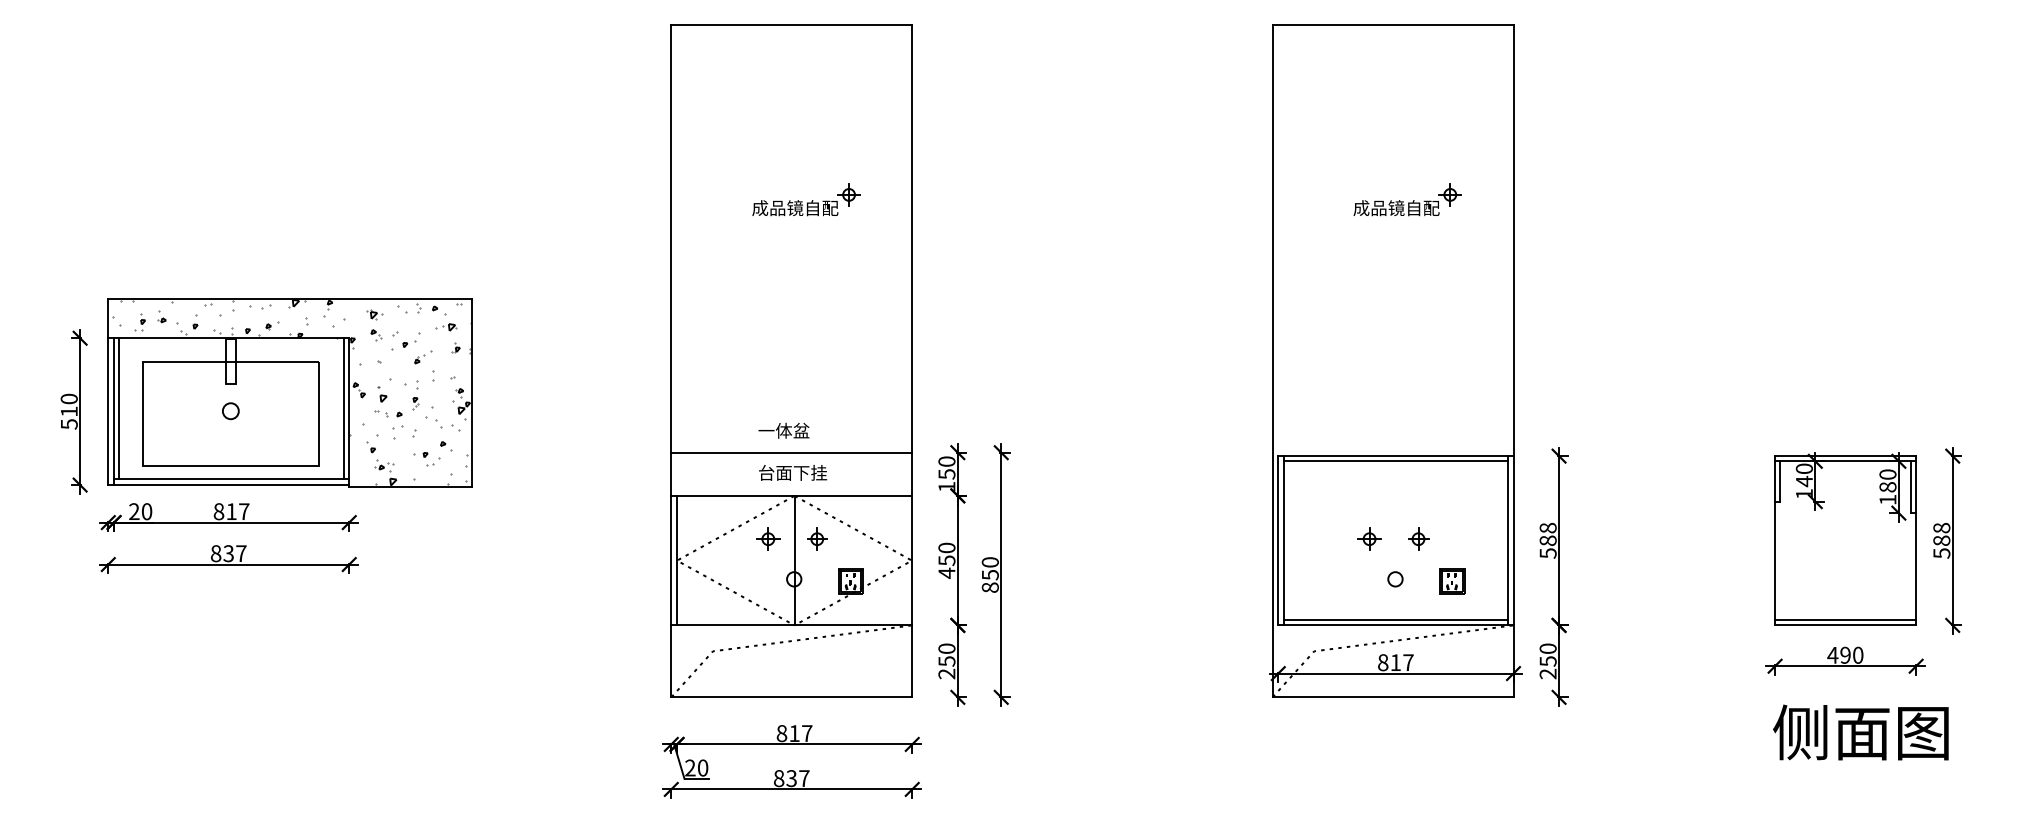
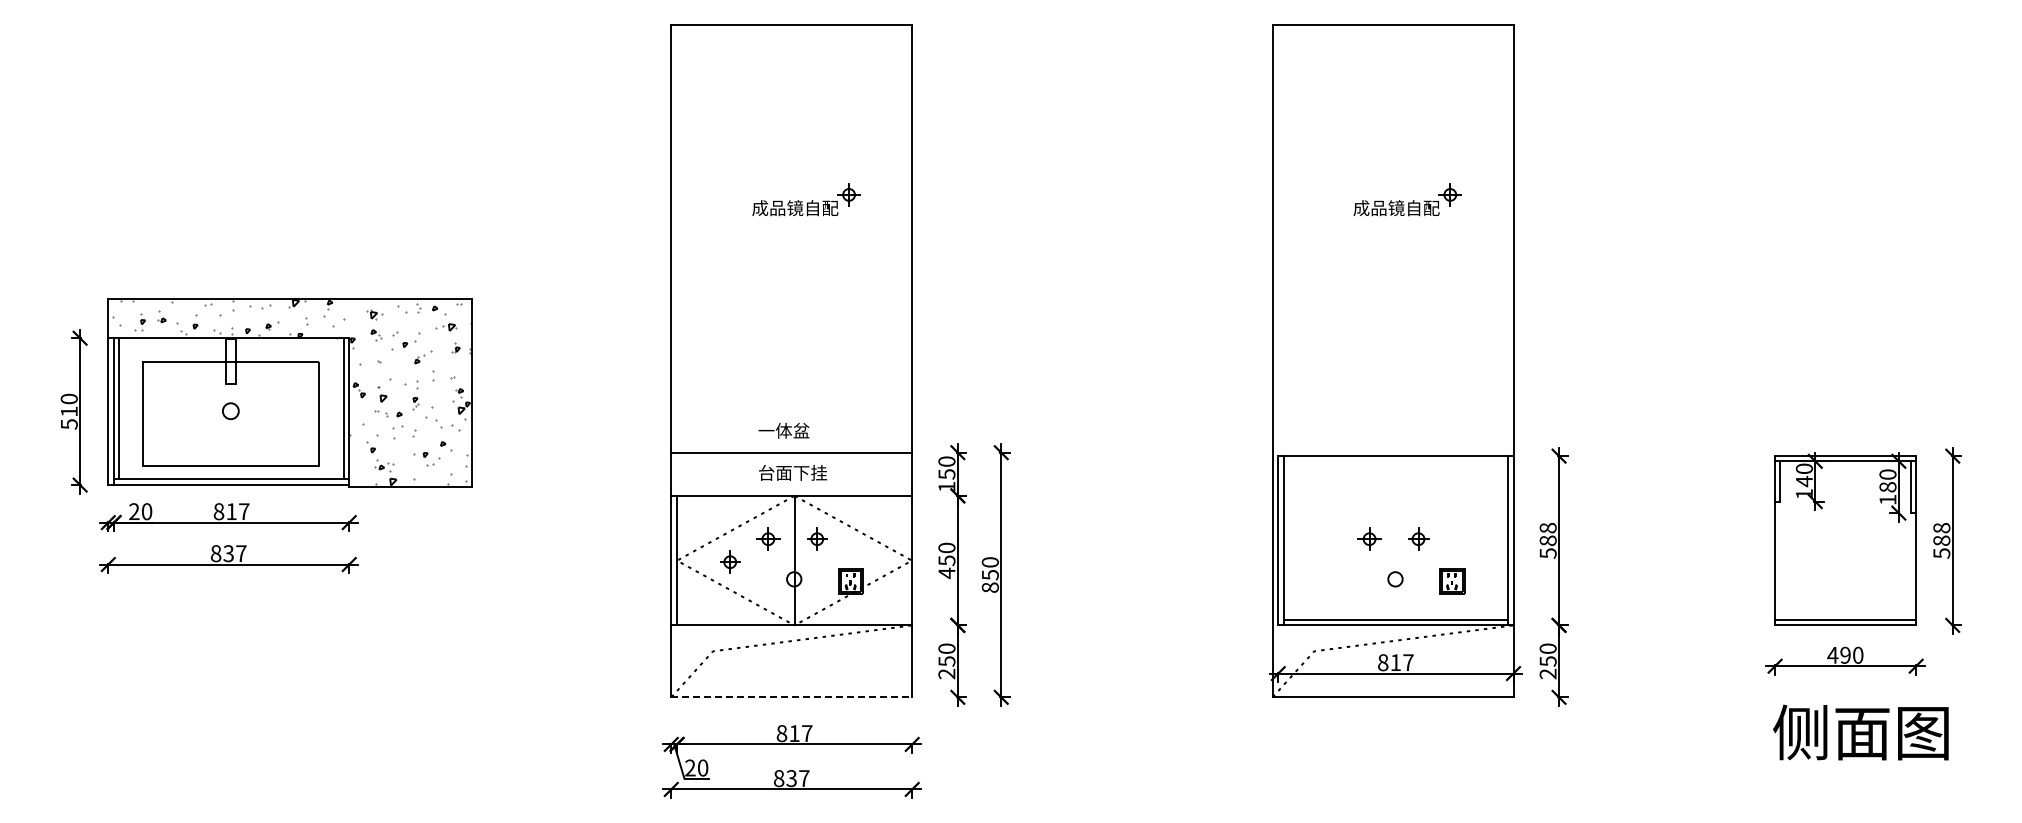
line at (1395, 461): present -> none
part at (730, 561): none -> present
line at (792, 697): solid -> dashed
